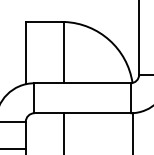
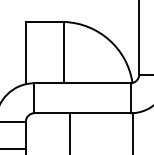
line at (64, 132) position: (64, 132) -> (70, 132)
